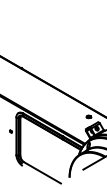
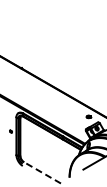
line at (42, 172): solid -> dashed
